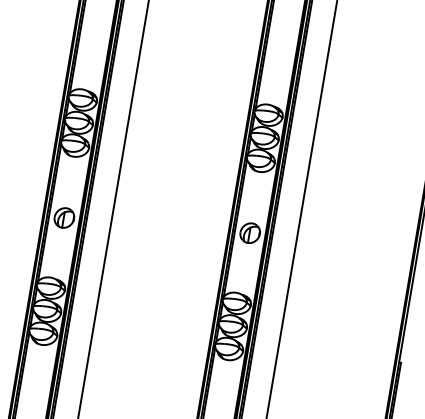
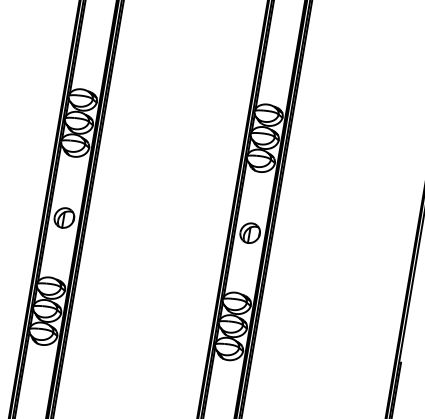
line at (113, 208): present -> none
line at (301, 208): present -> none
